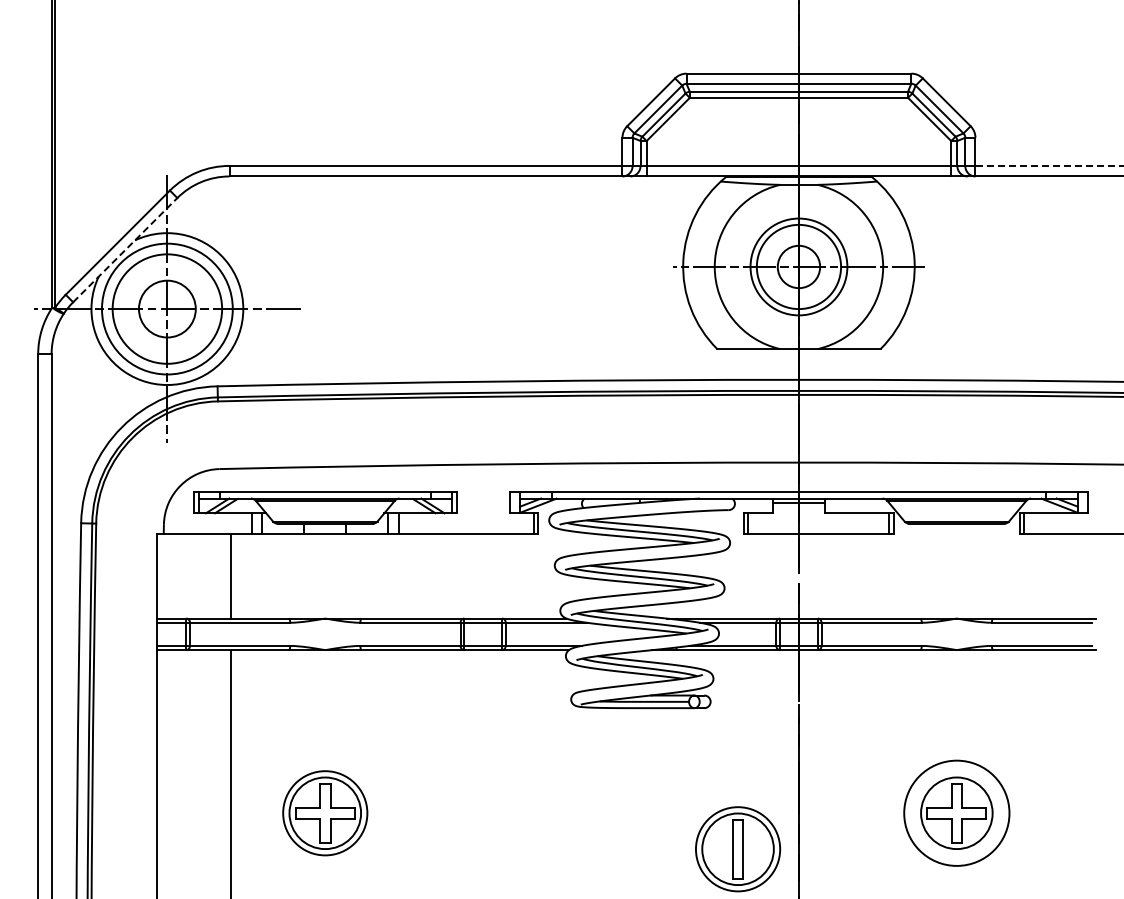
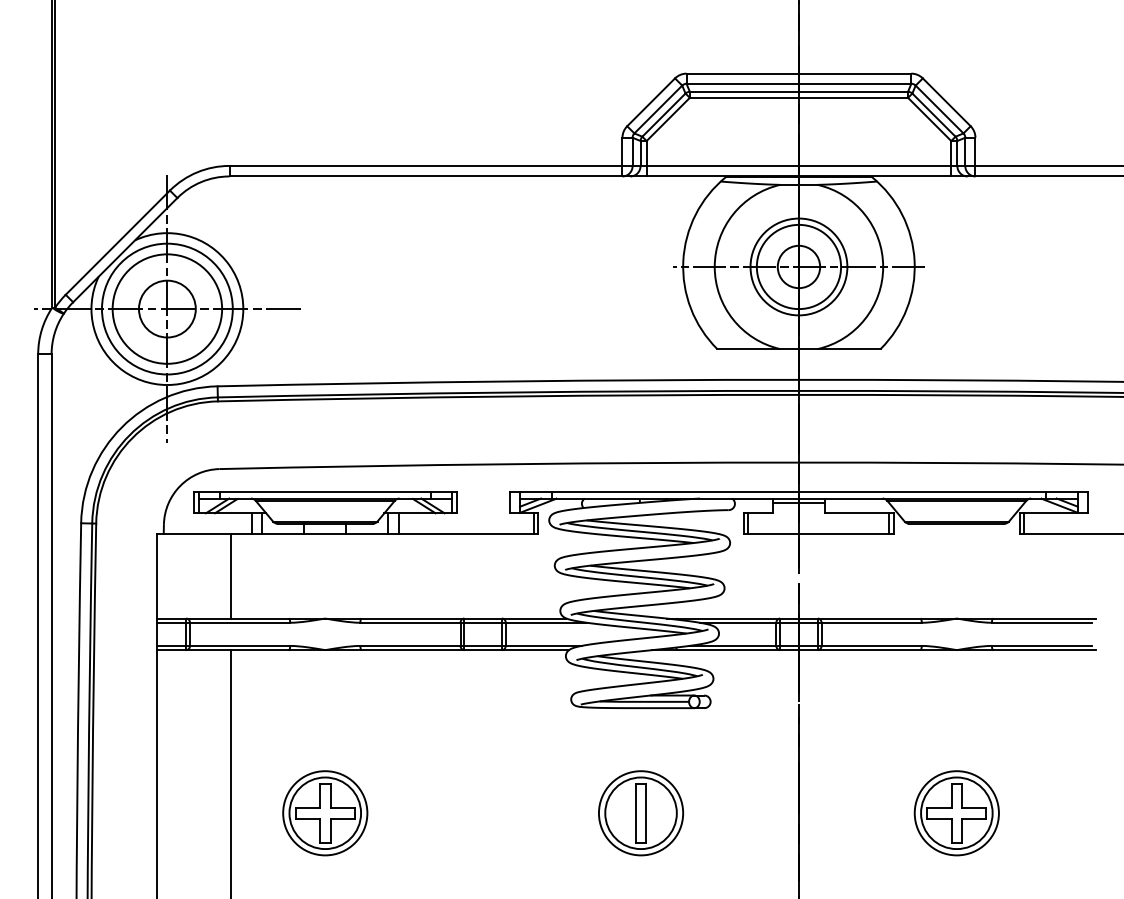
line at (1049, 165): dashed -> solid
line at (125, 250): dashed -> solid
circle at (956, 812) diameter: 105 px -> 84 px
part at (738, 849) position: (738, 849) -> (641, 813)
